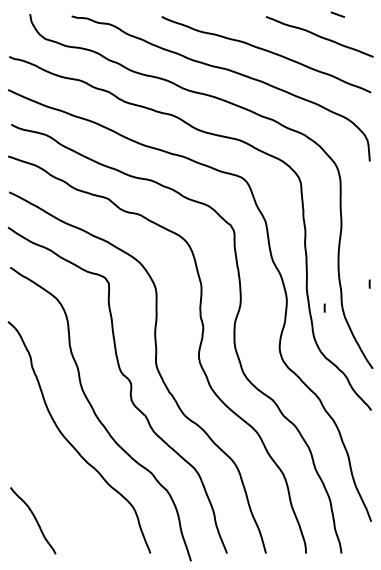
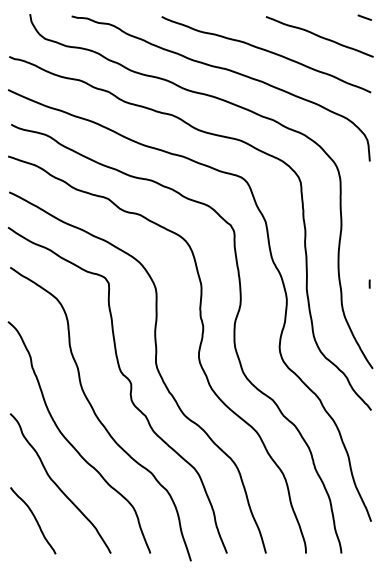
line at (337, 14) position: (337, 14) -> (364, 17)
line at (324, 307): present -> none
curve at (58, 485): none -> present
